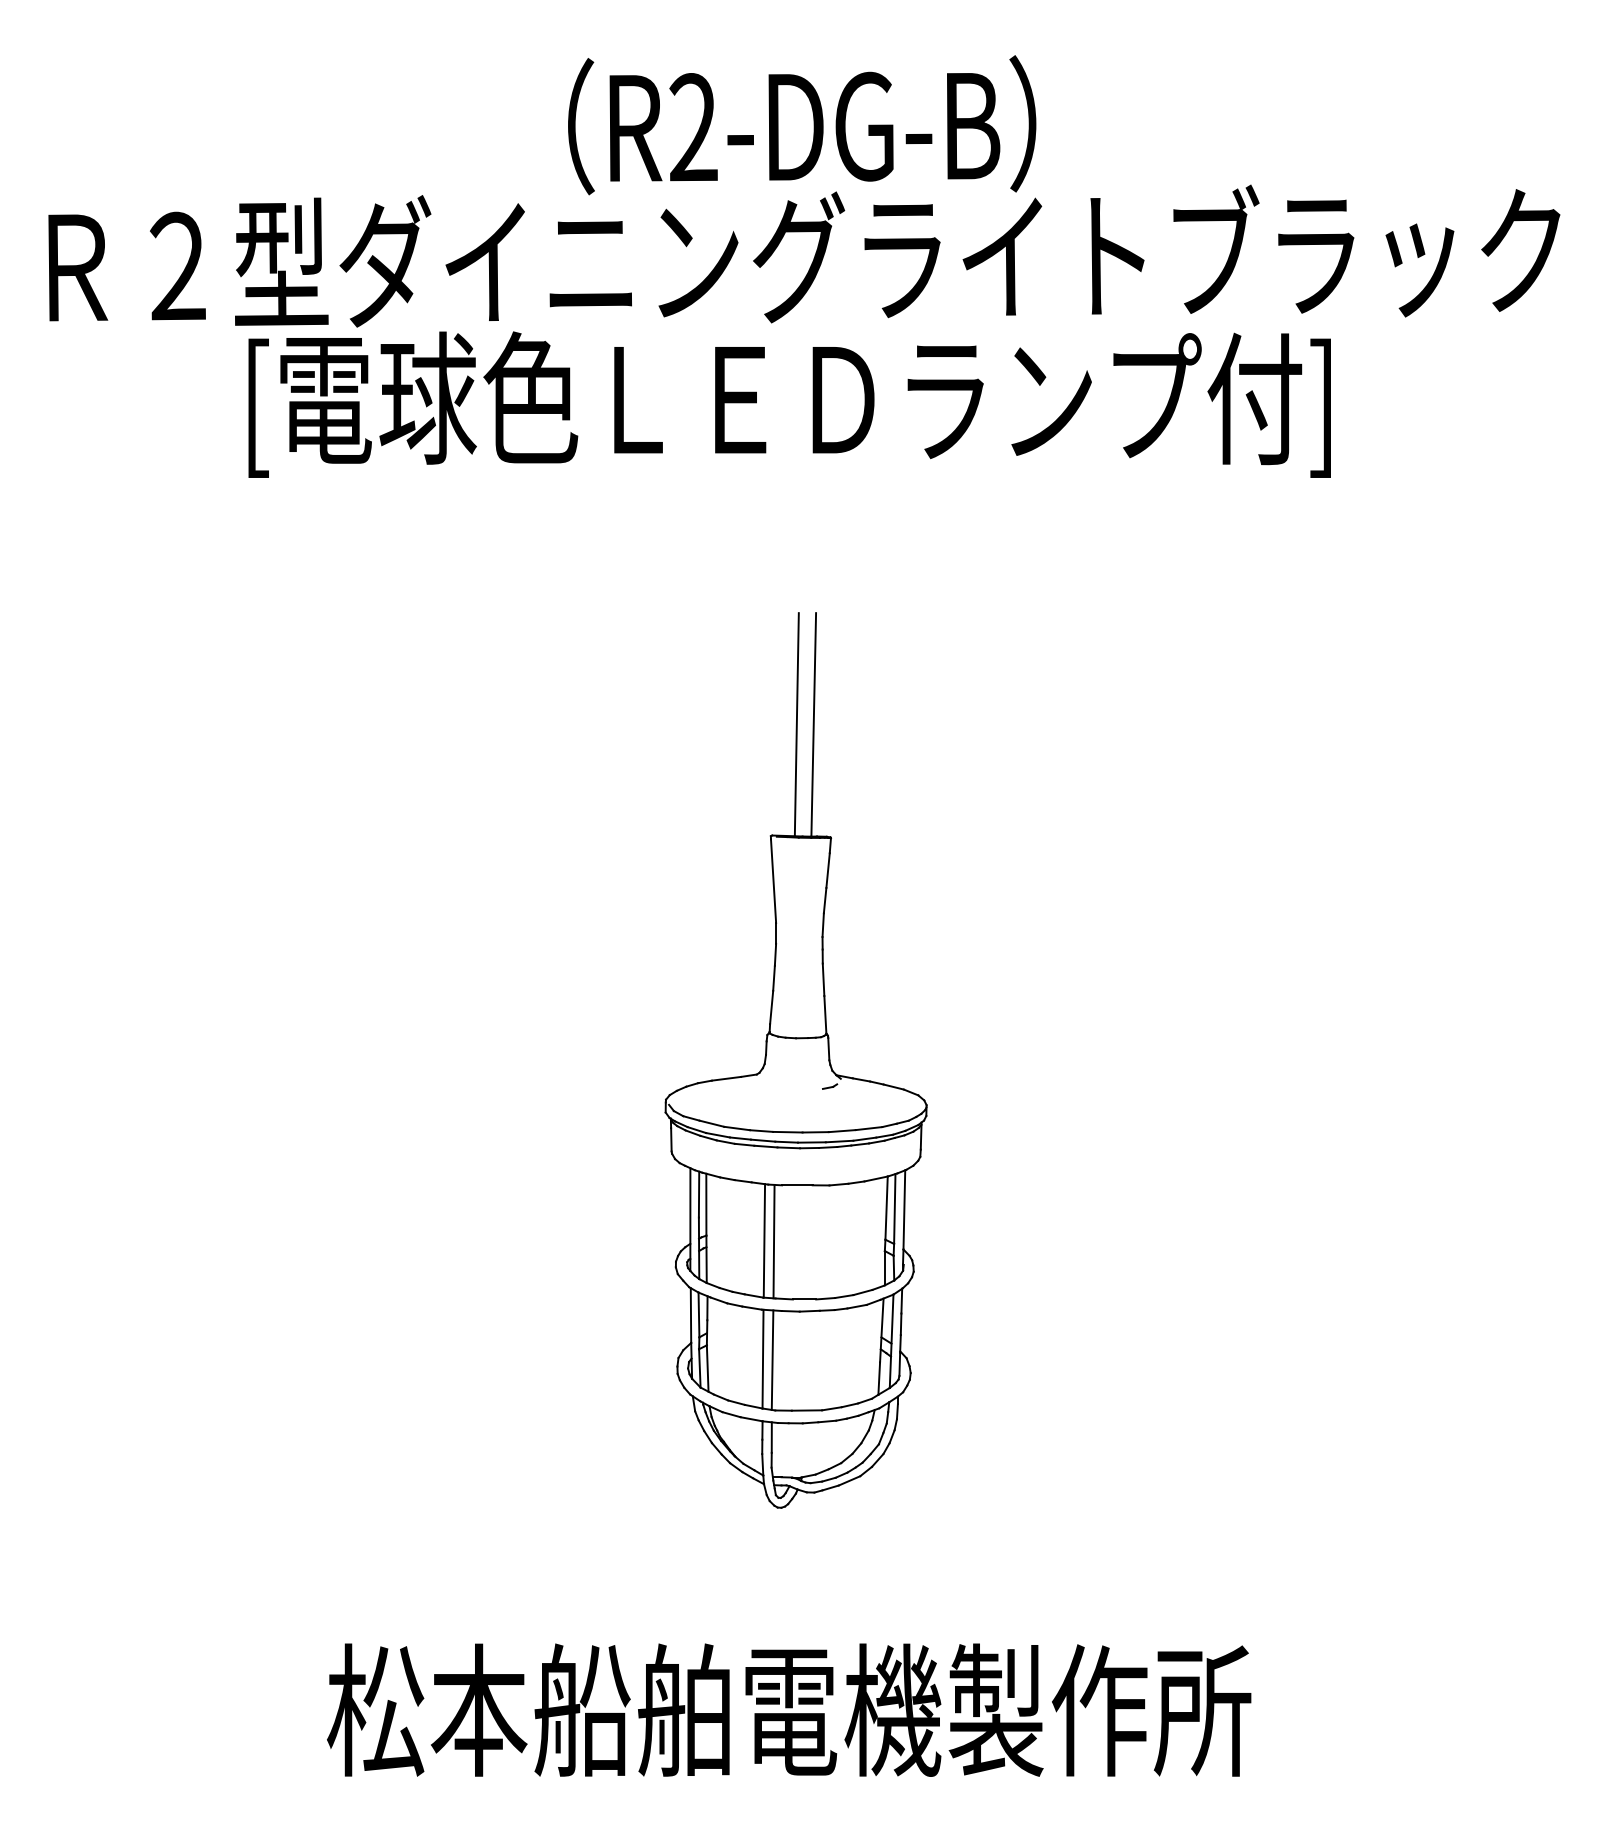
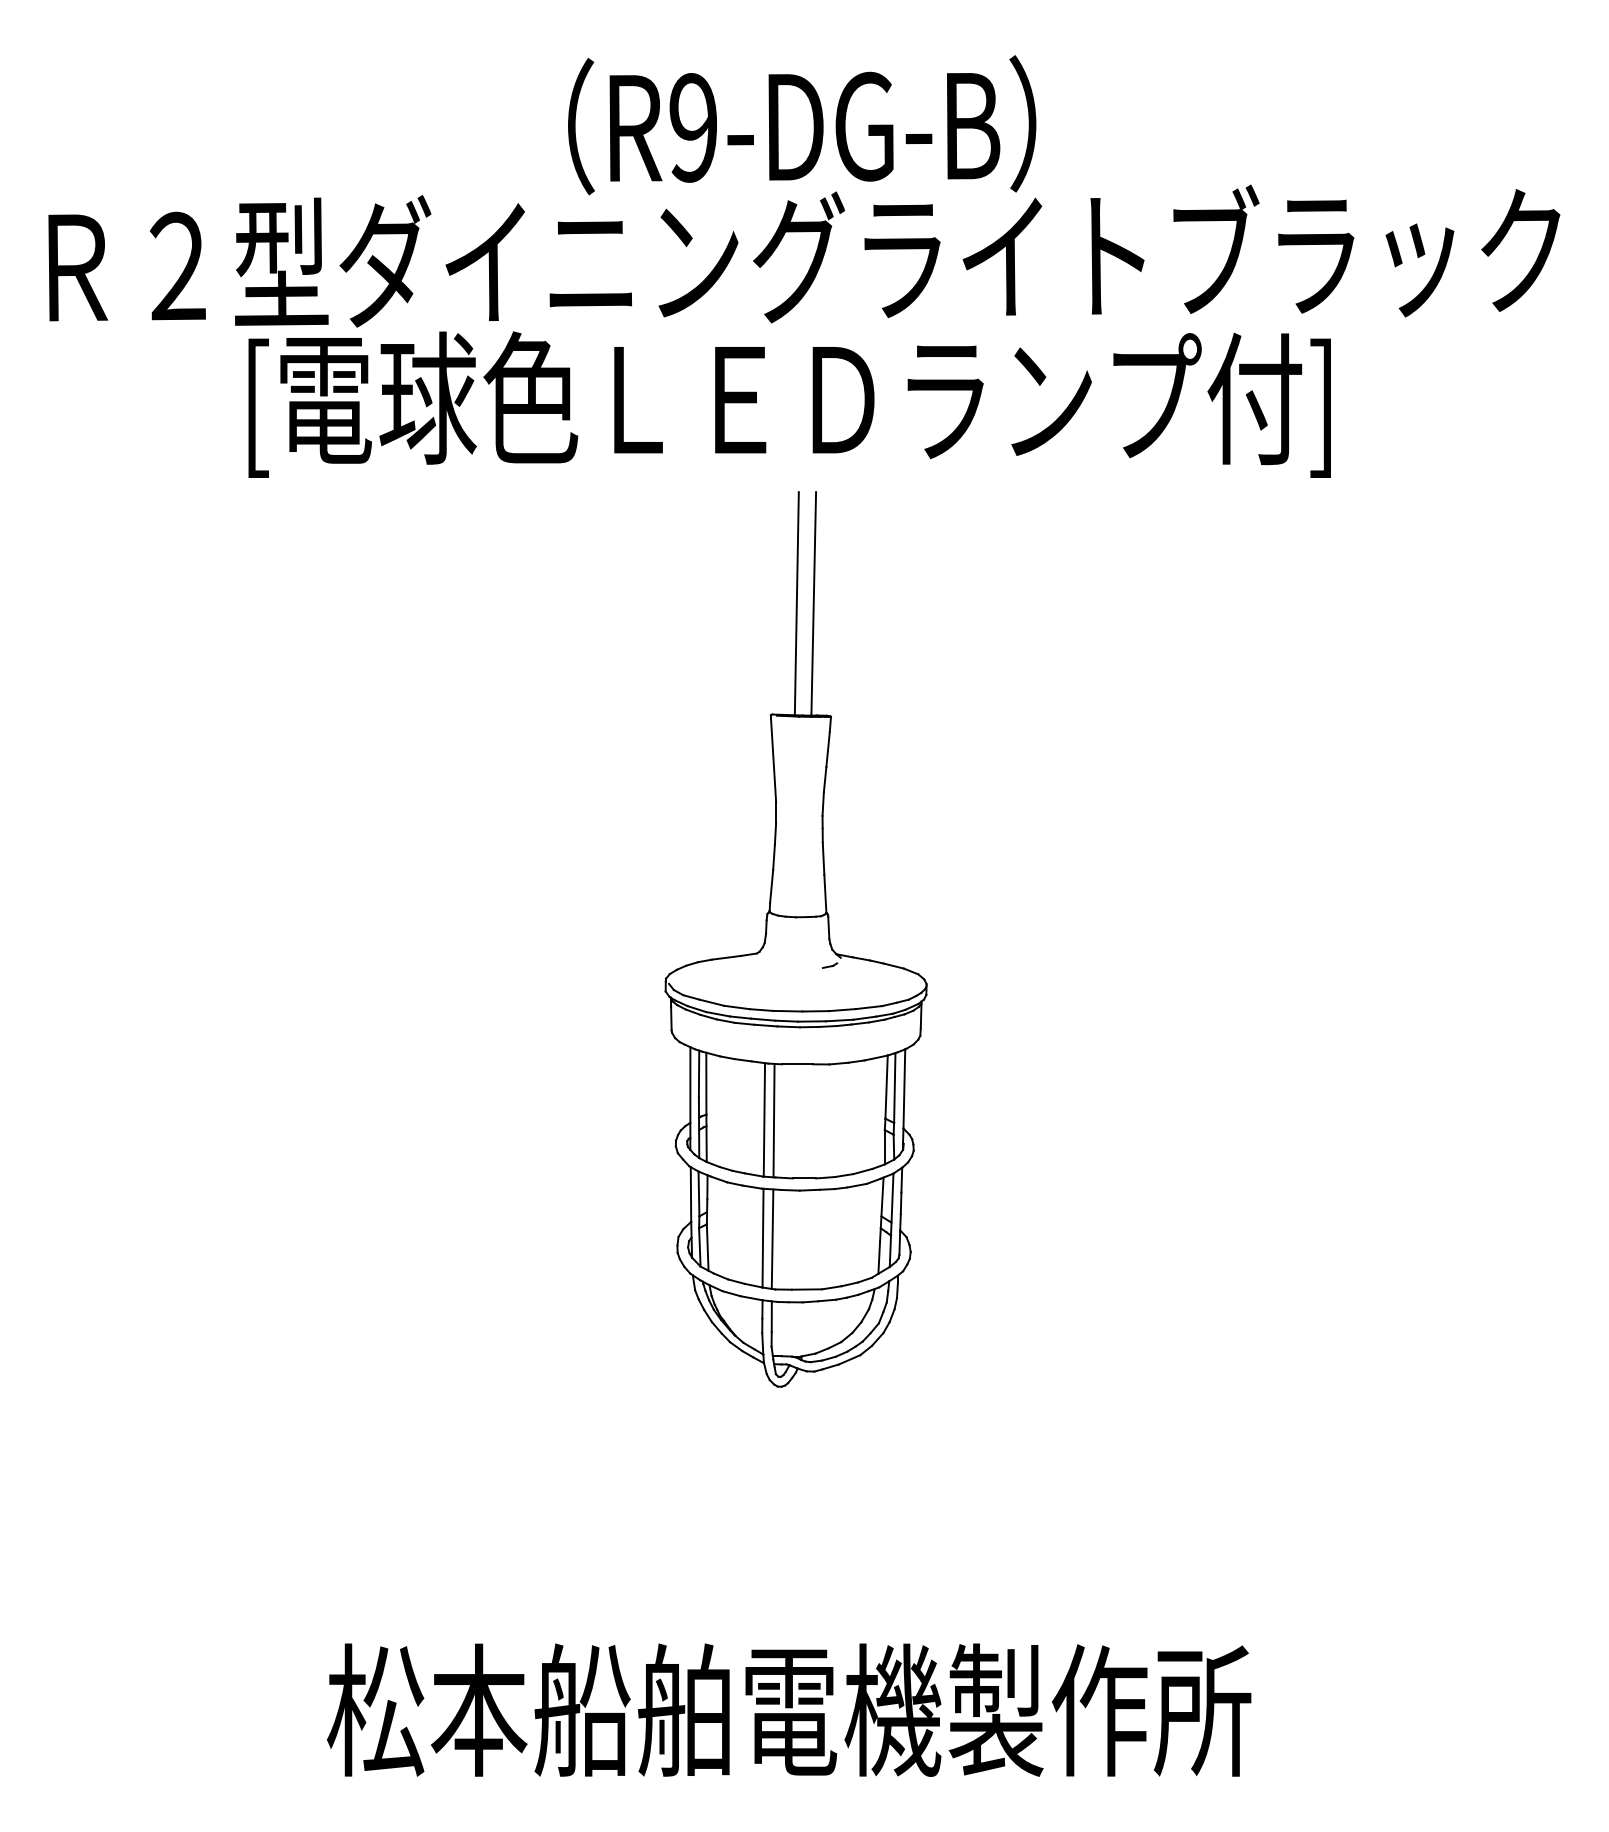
text at (693, 127): R2-DG-B -> R9-DG-B
part at (795, 1060) position: (795, 1060) -> (795, 939)
